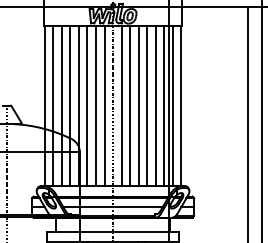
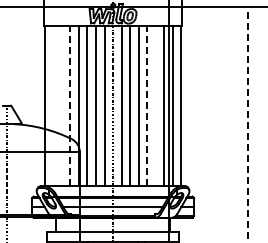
line at (53, 105): present -> none
line at (61, 105): present -> none
line at (70, 105): solid -> dashed
line at (147, 105): solid -> dashed
line at (155, 105): present -> none
line at (261, 120): present -> none
line at (247, 124): solid -> dashed
